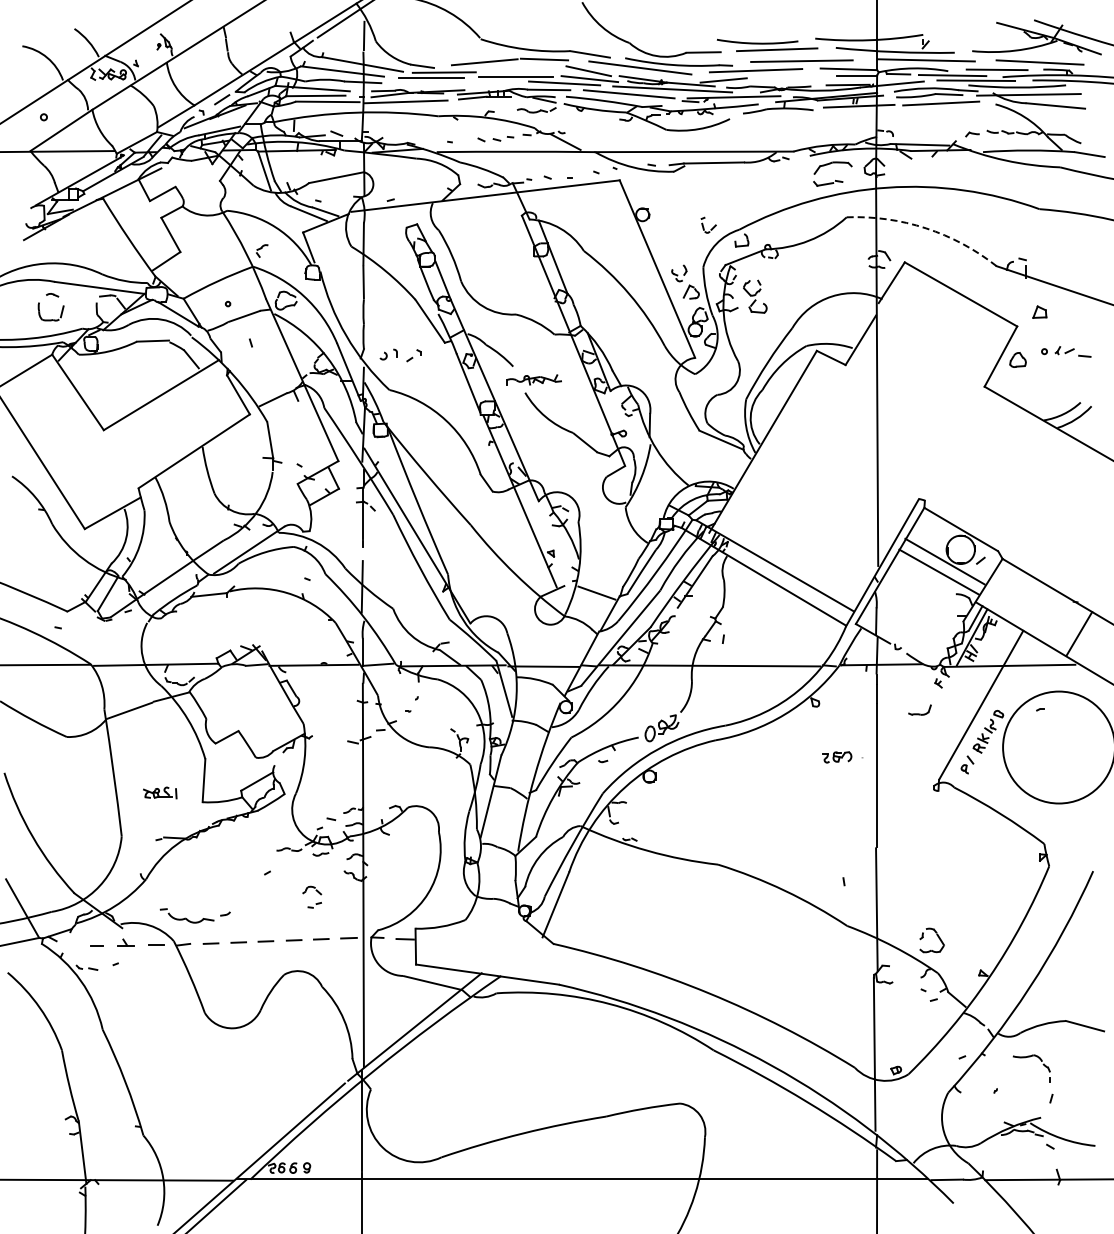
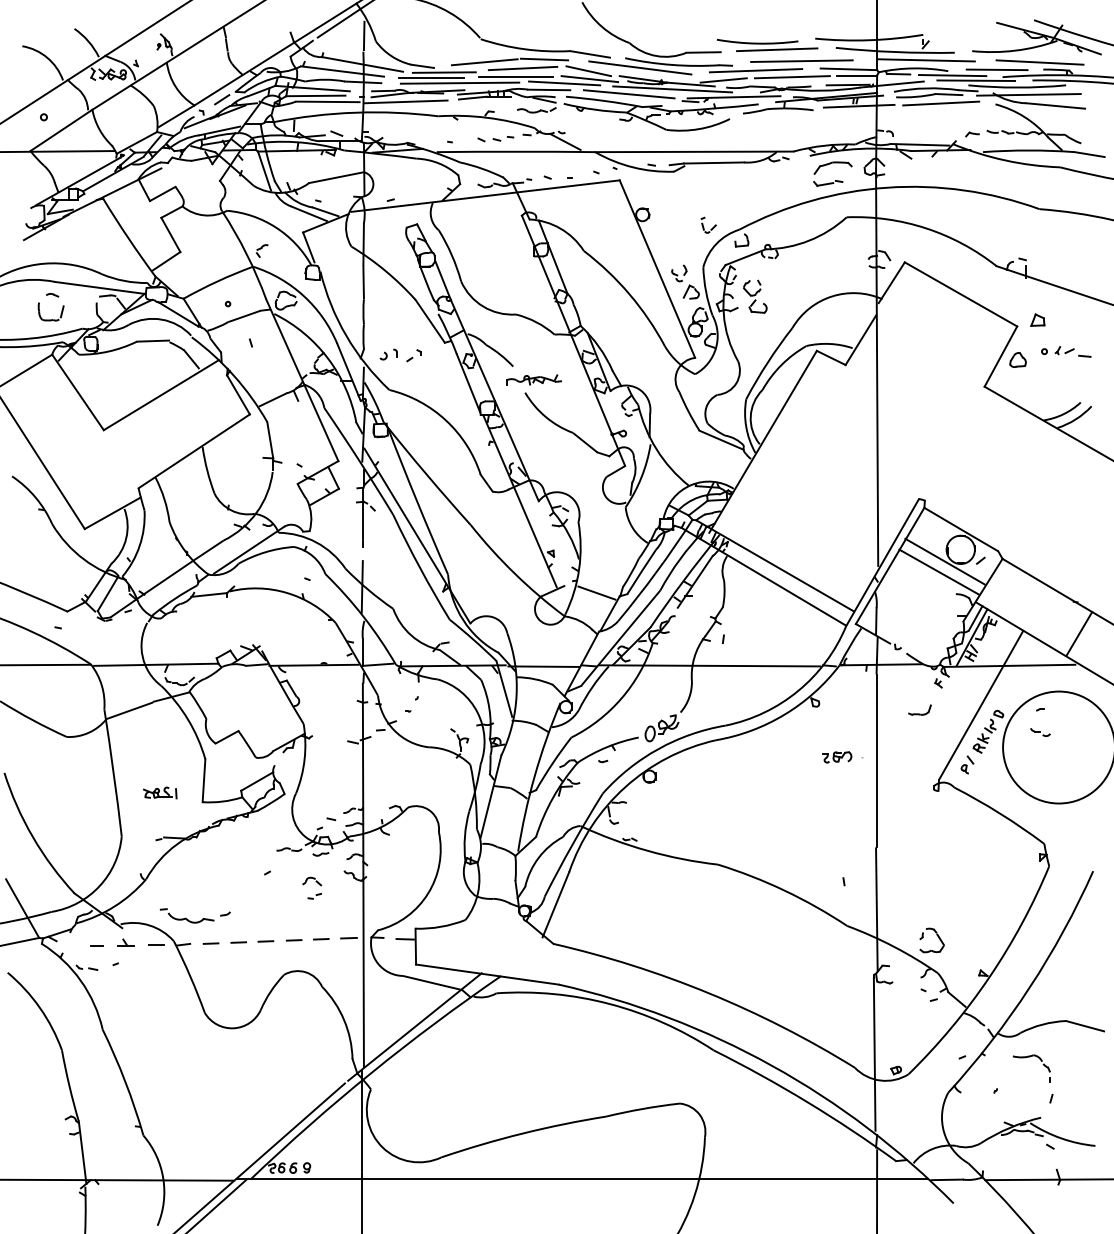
line at (522, 68): none -> present
line at (791, 77): none -> present
line at (459, 82): none -> present
arc at (926, 228): dashed -> solid
part at (1039, 311) position: (1039, 311) -> (1037, 319)
part at (1040, 732): none -> present
part at (316, 891) position: (316, 891) -> (316, 882)
